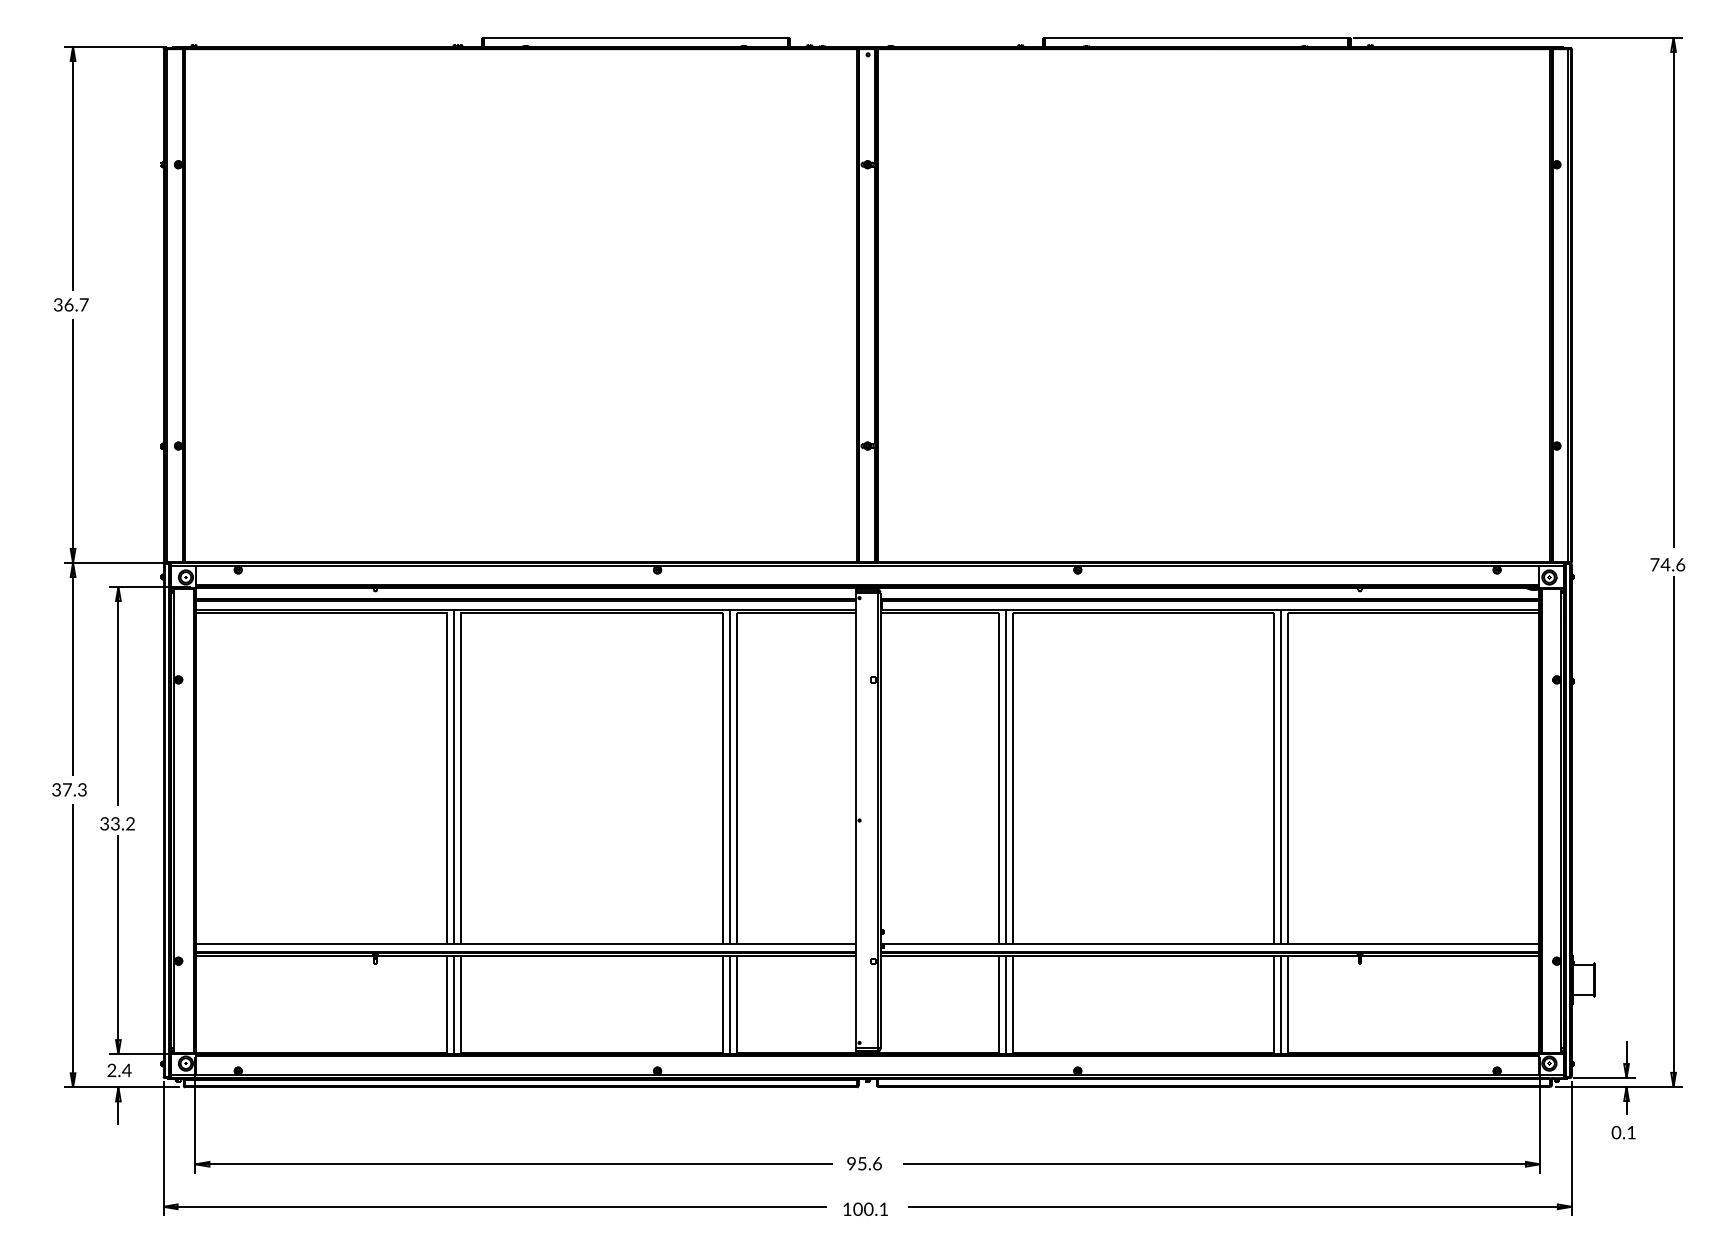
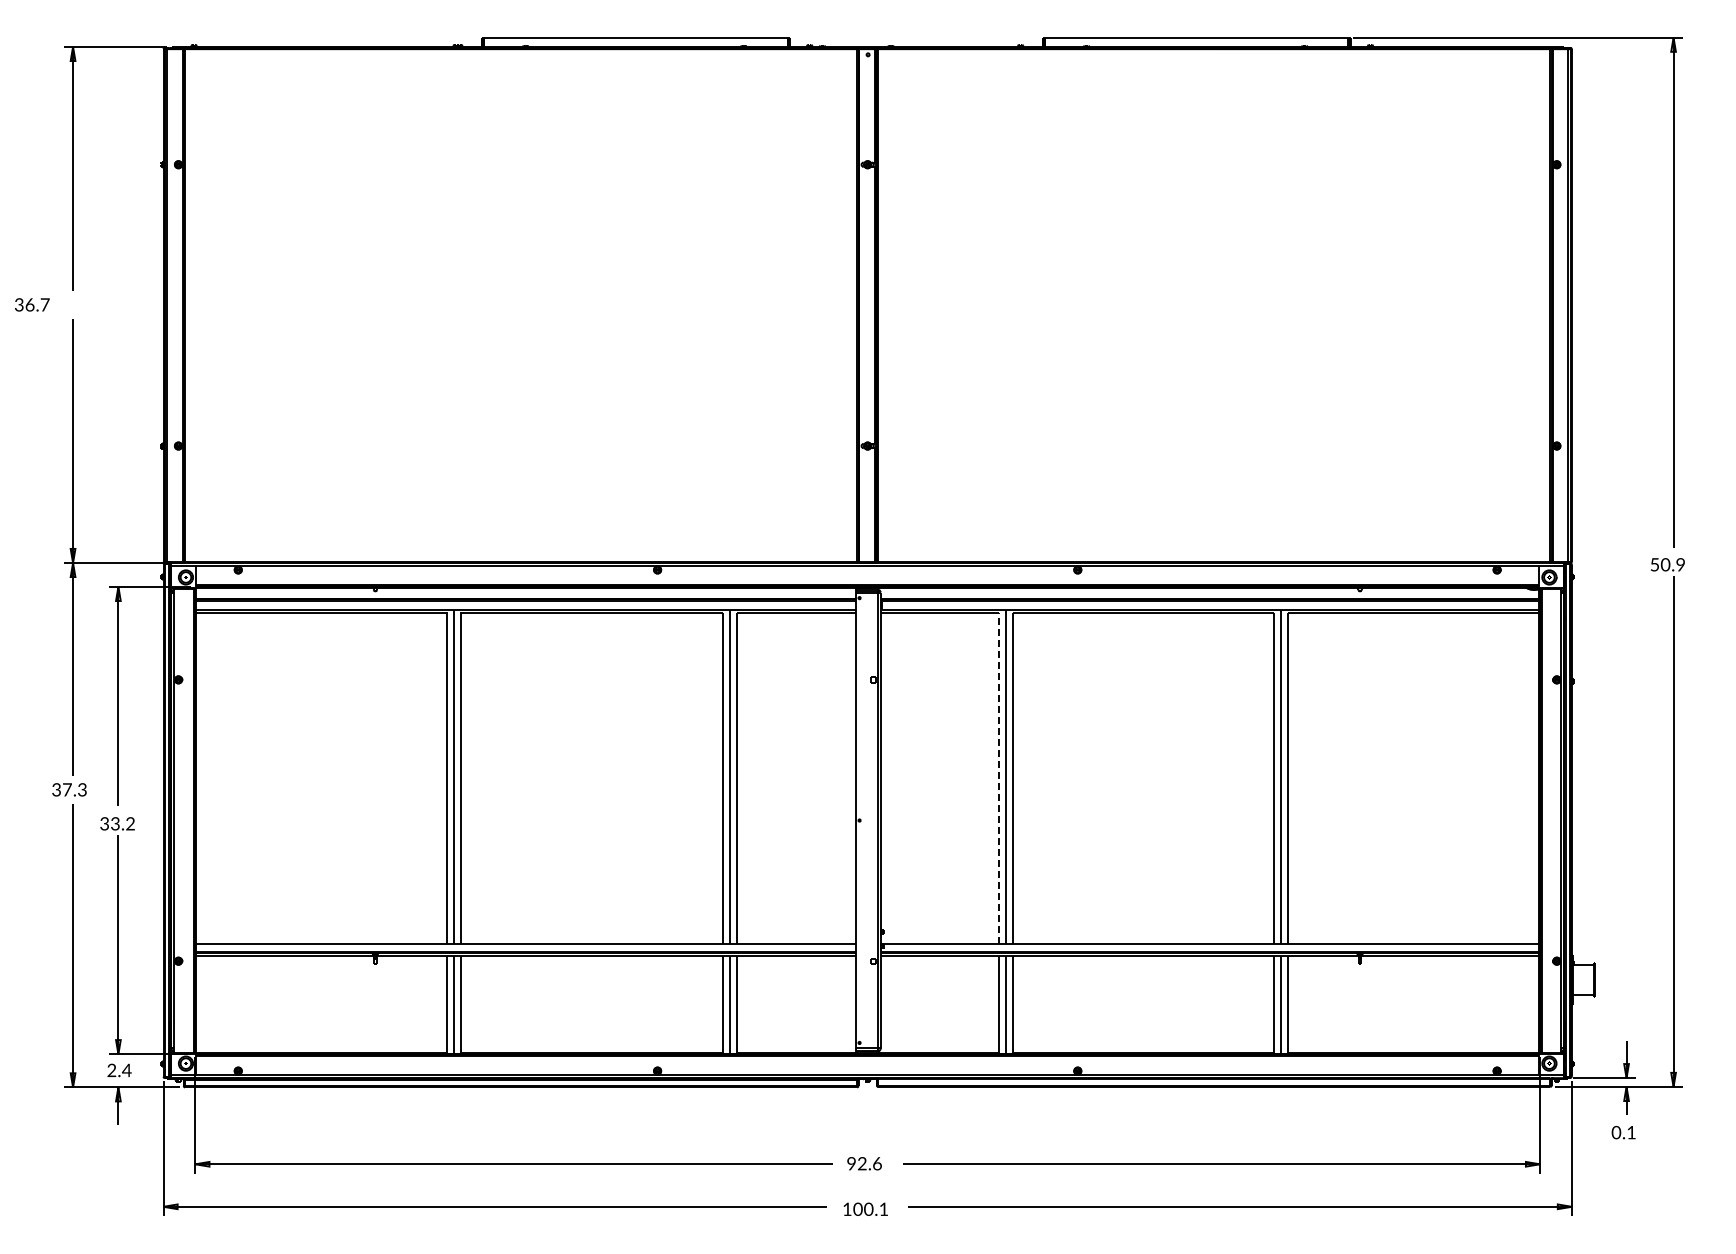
text at (71, 304) position: (71, 304) -> (32, 304)
text at (1667, 564): 74.6 -> 50.9
line at (998, 778): solid -> dashed
text at (862, 1163): 95.6 -> 92.6
